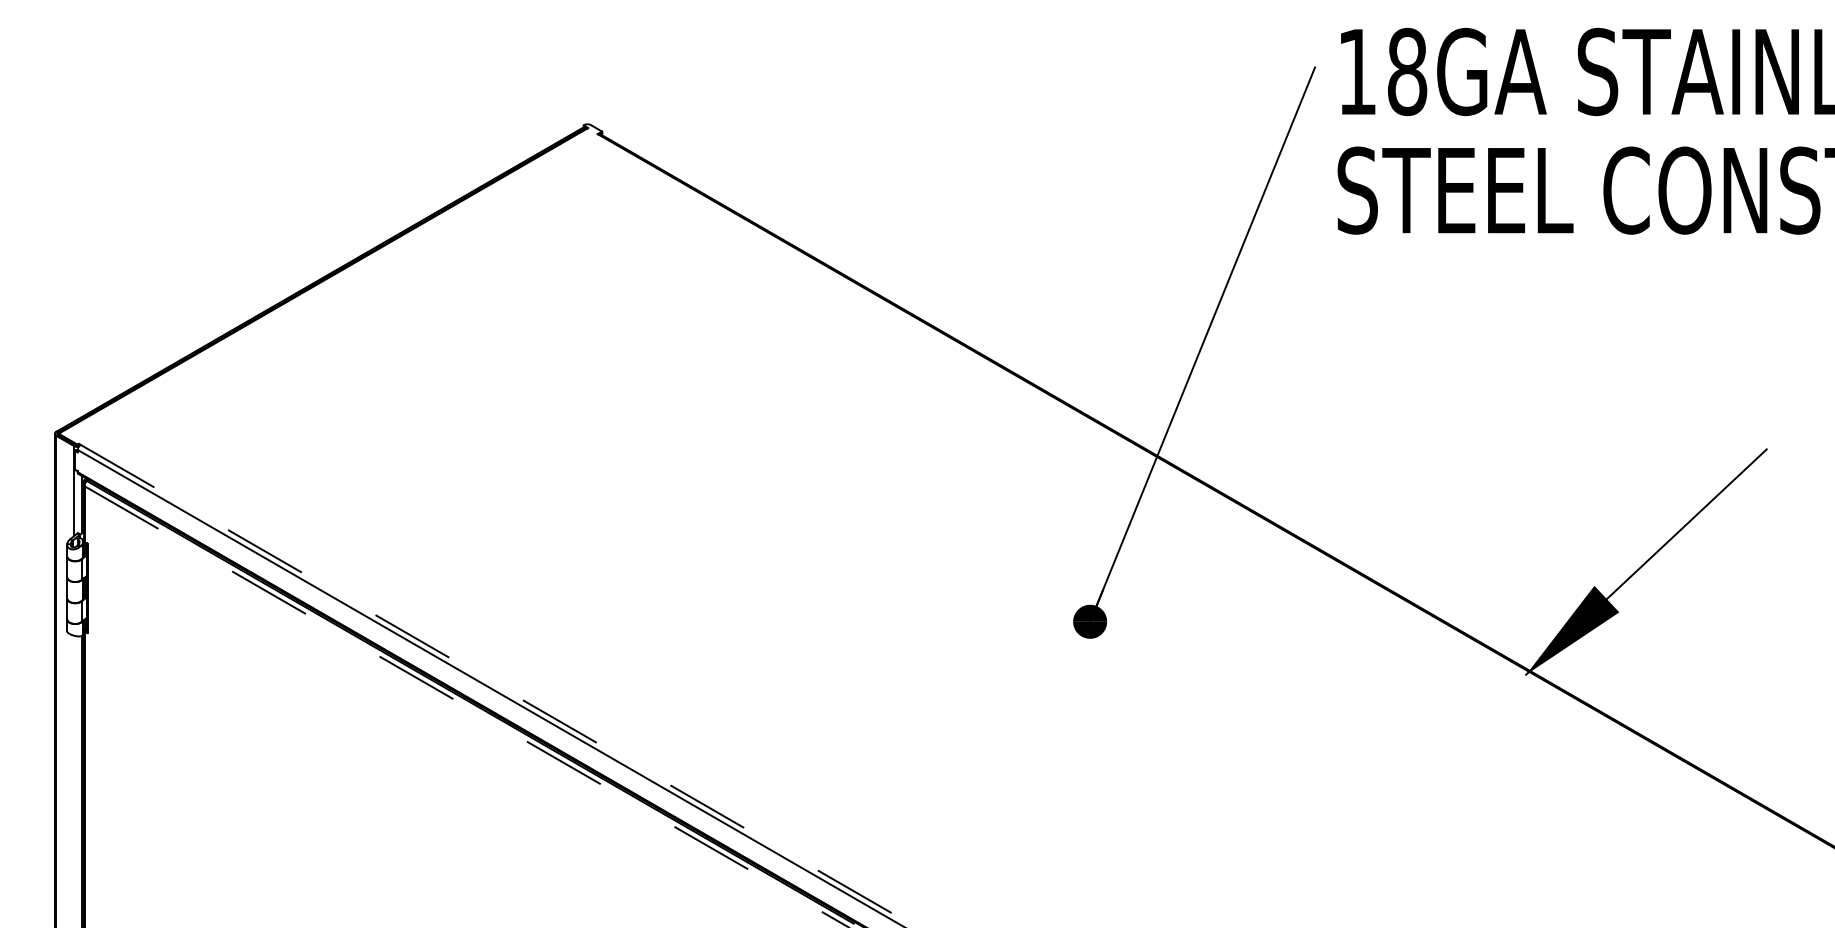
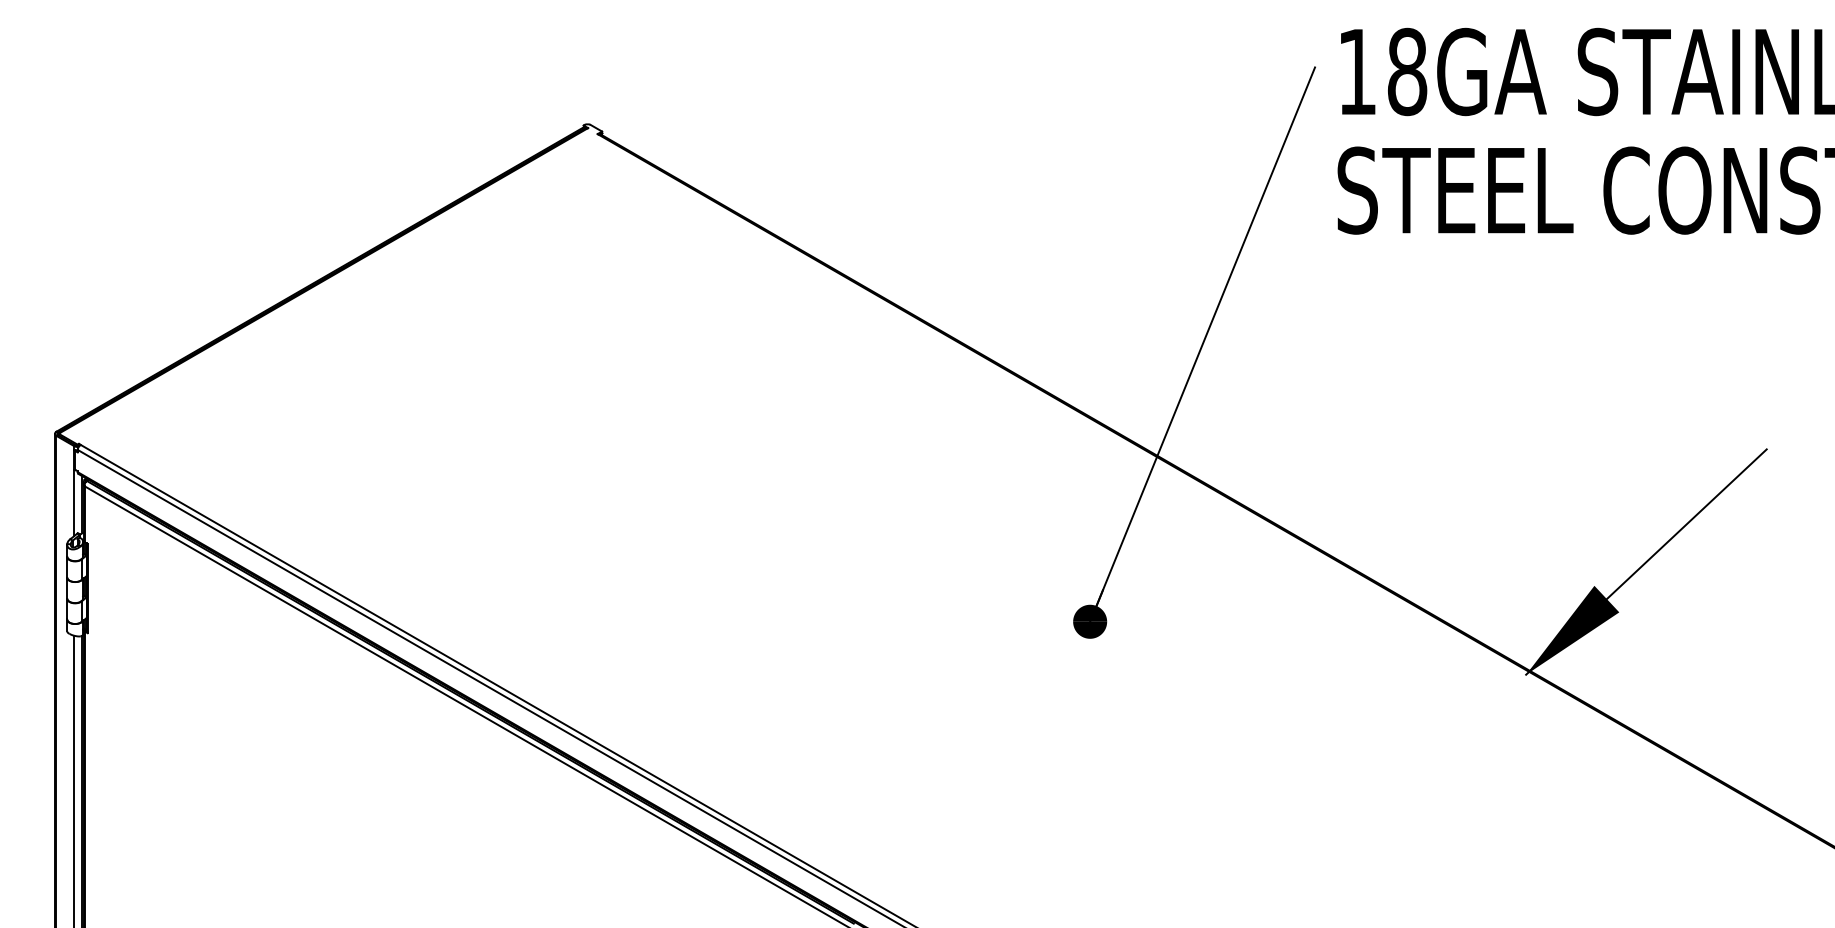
line at (498, 686): dashed -> solid
line at (467, 707): dashed -> solid
line at (74, 779): none -> present
